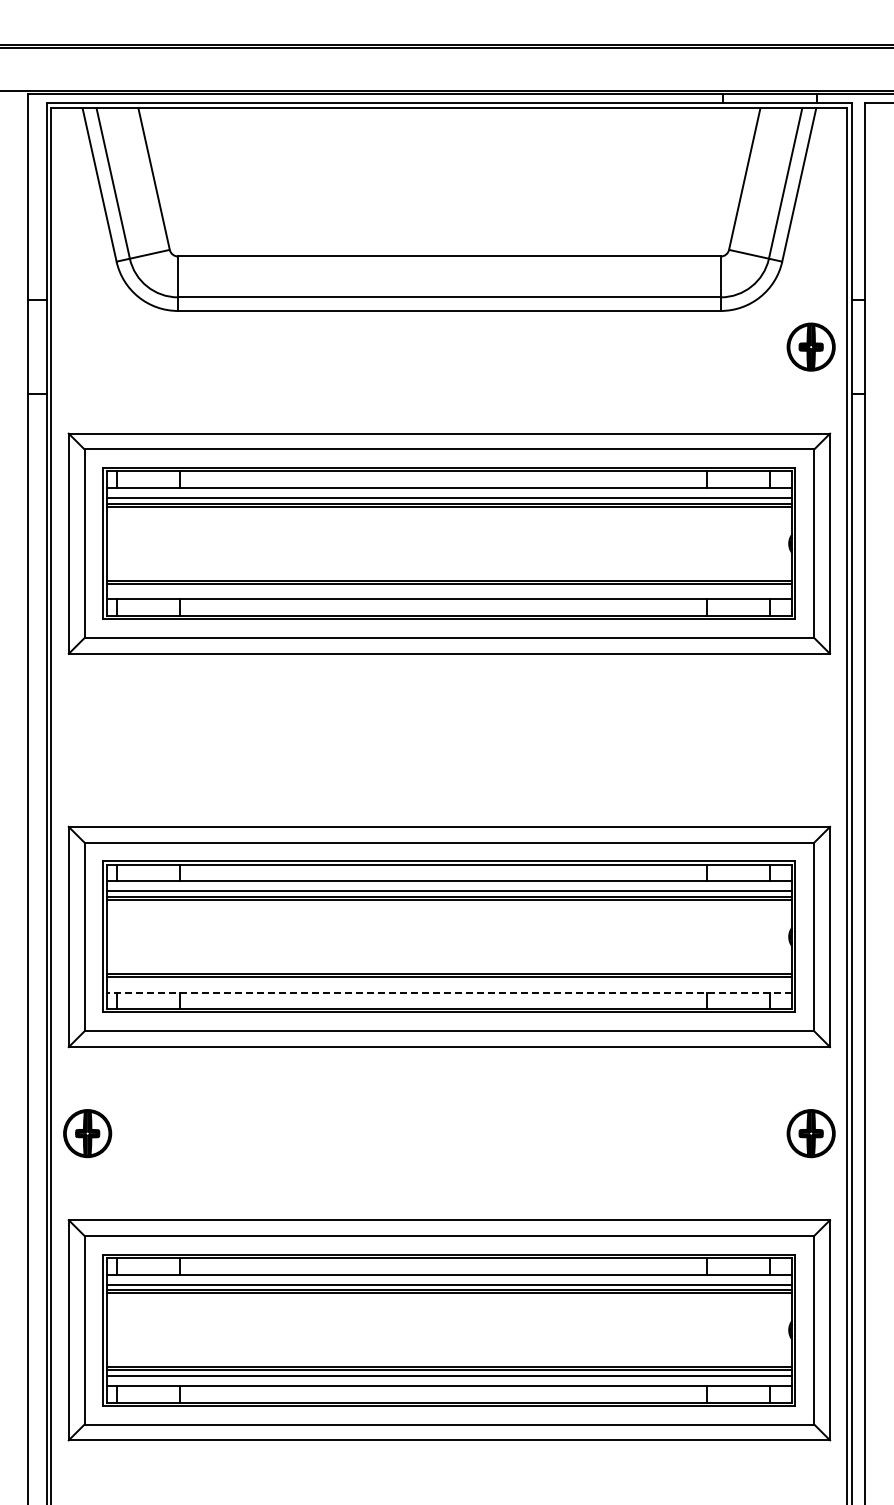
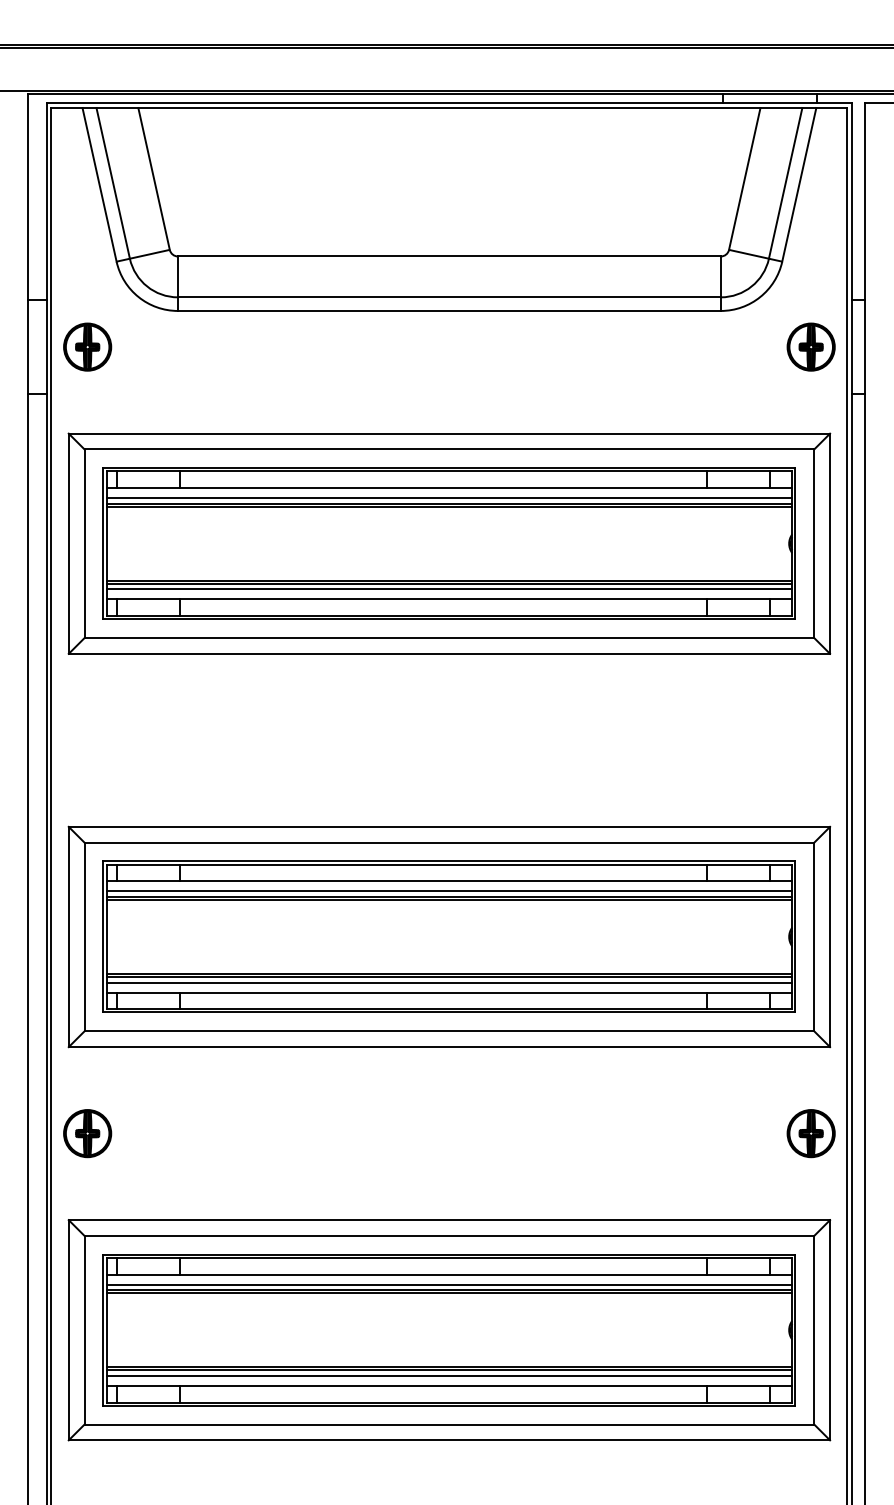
part at (87, 346): none -> present
line at (449, 589): none -> present
line at (449, 982): none -> present
line at (449, 992): dashed -> solid
